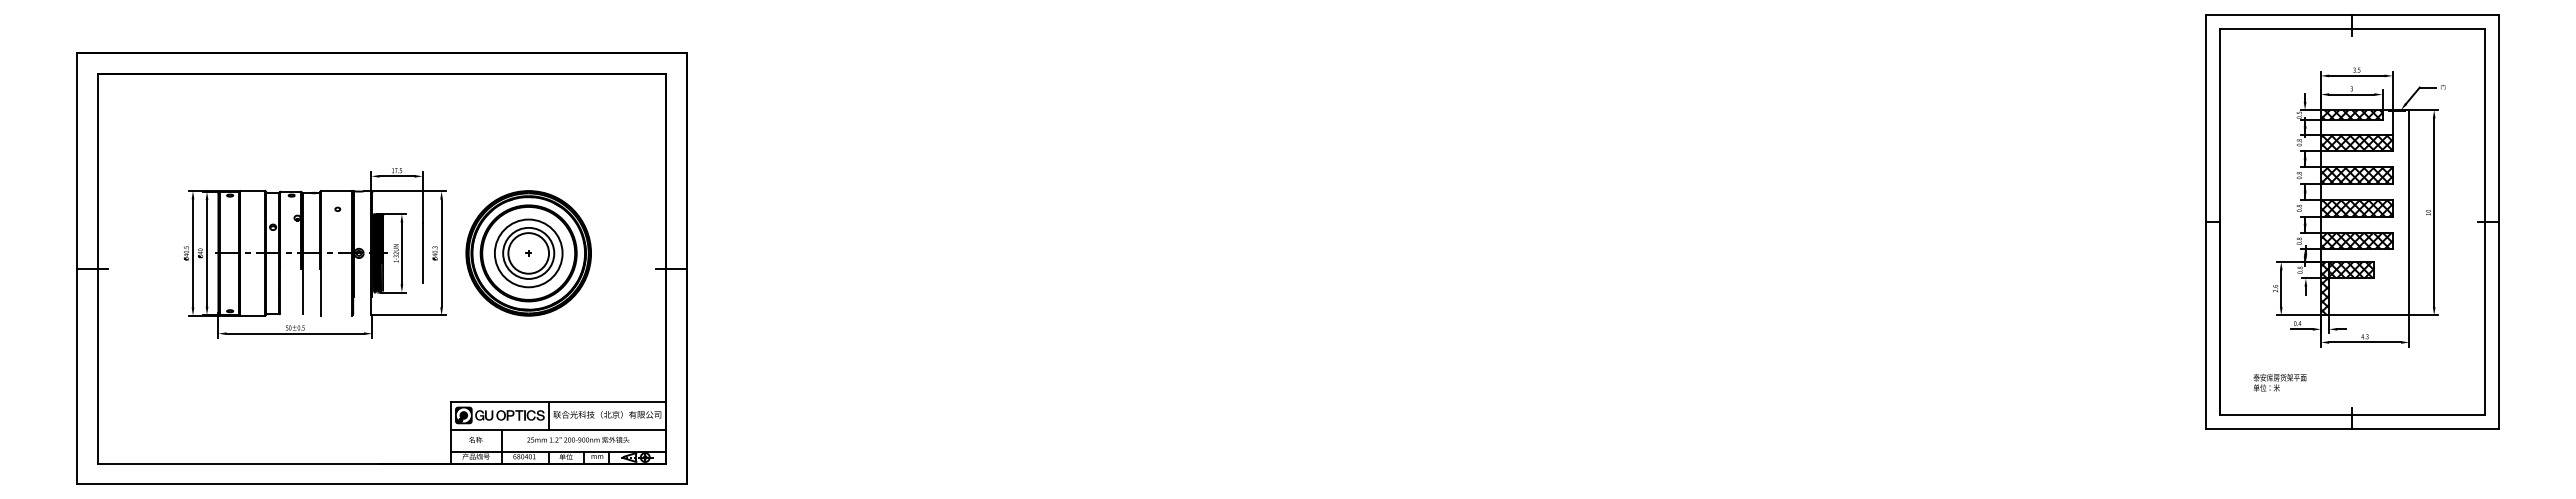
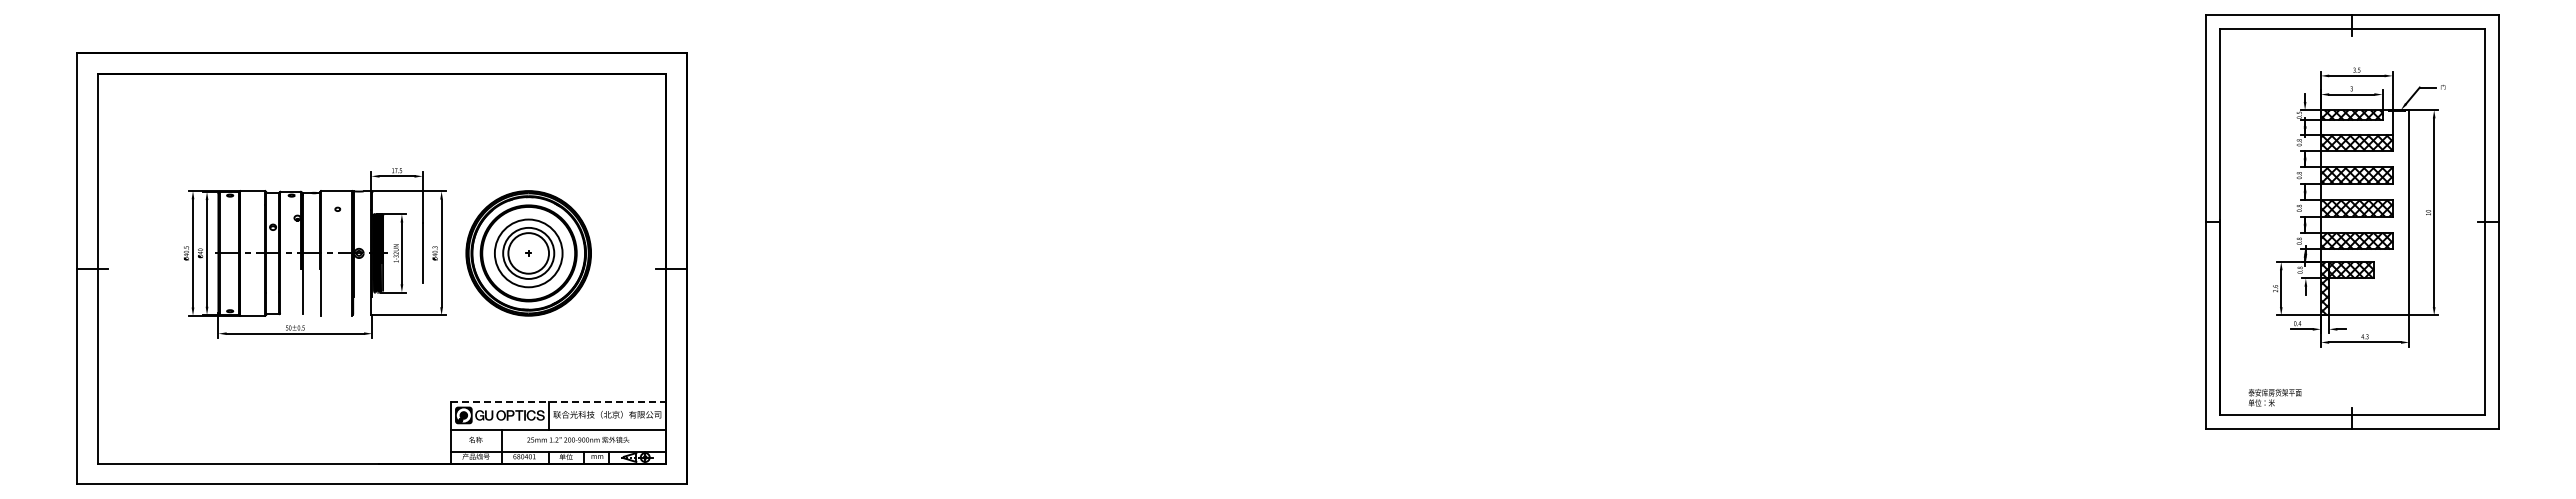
text at (2279, 382) position: (2279, 382) -> (2274, 397)
line at (558, 401): solid -> dashed
